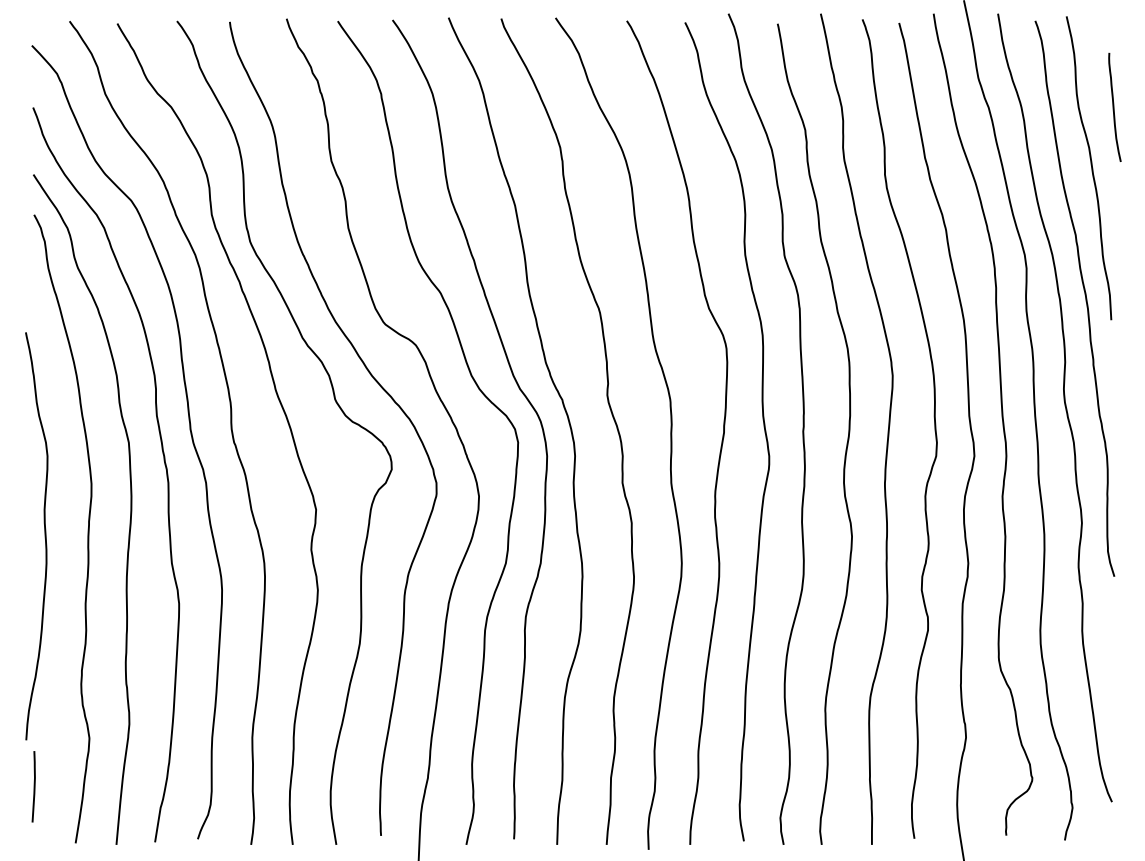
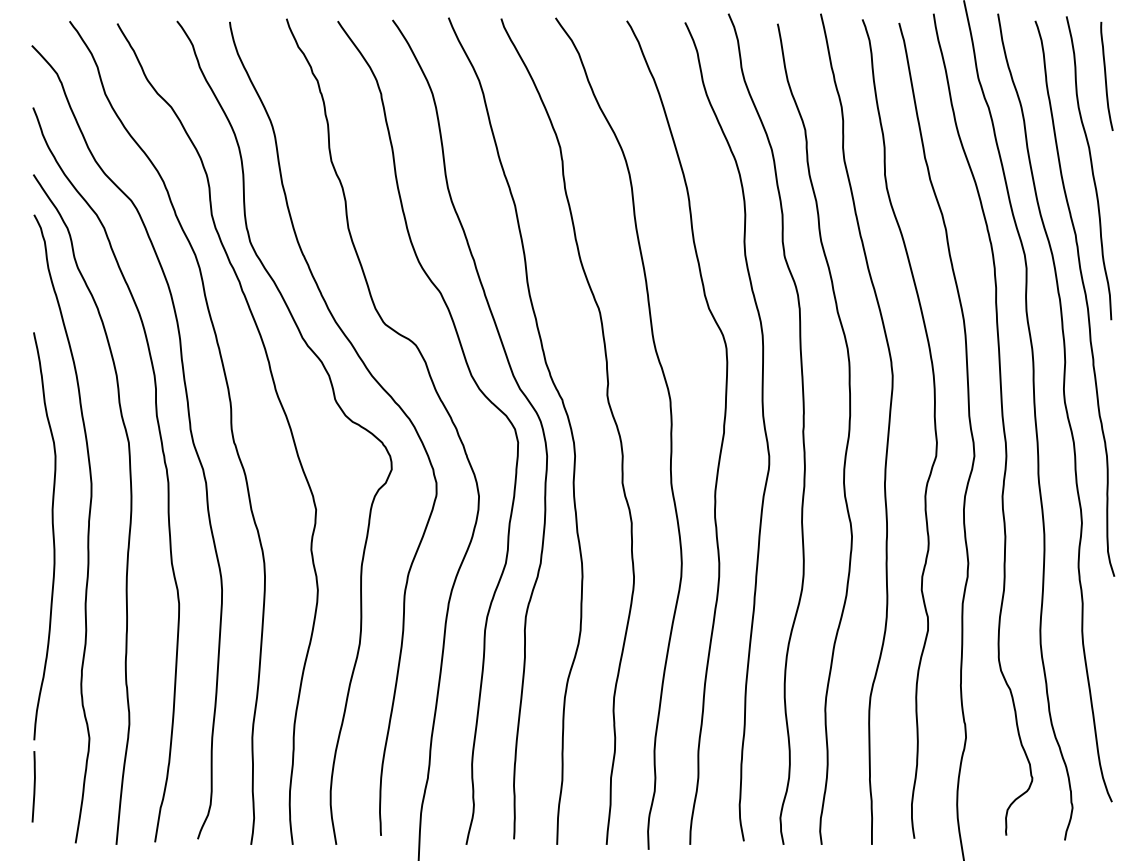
curve at (1114, 106) position: (1114, 106) -> (1106, 75)
curve at (44, 536) position: (44, 536) -> (52, 536)
